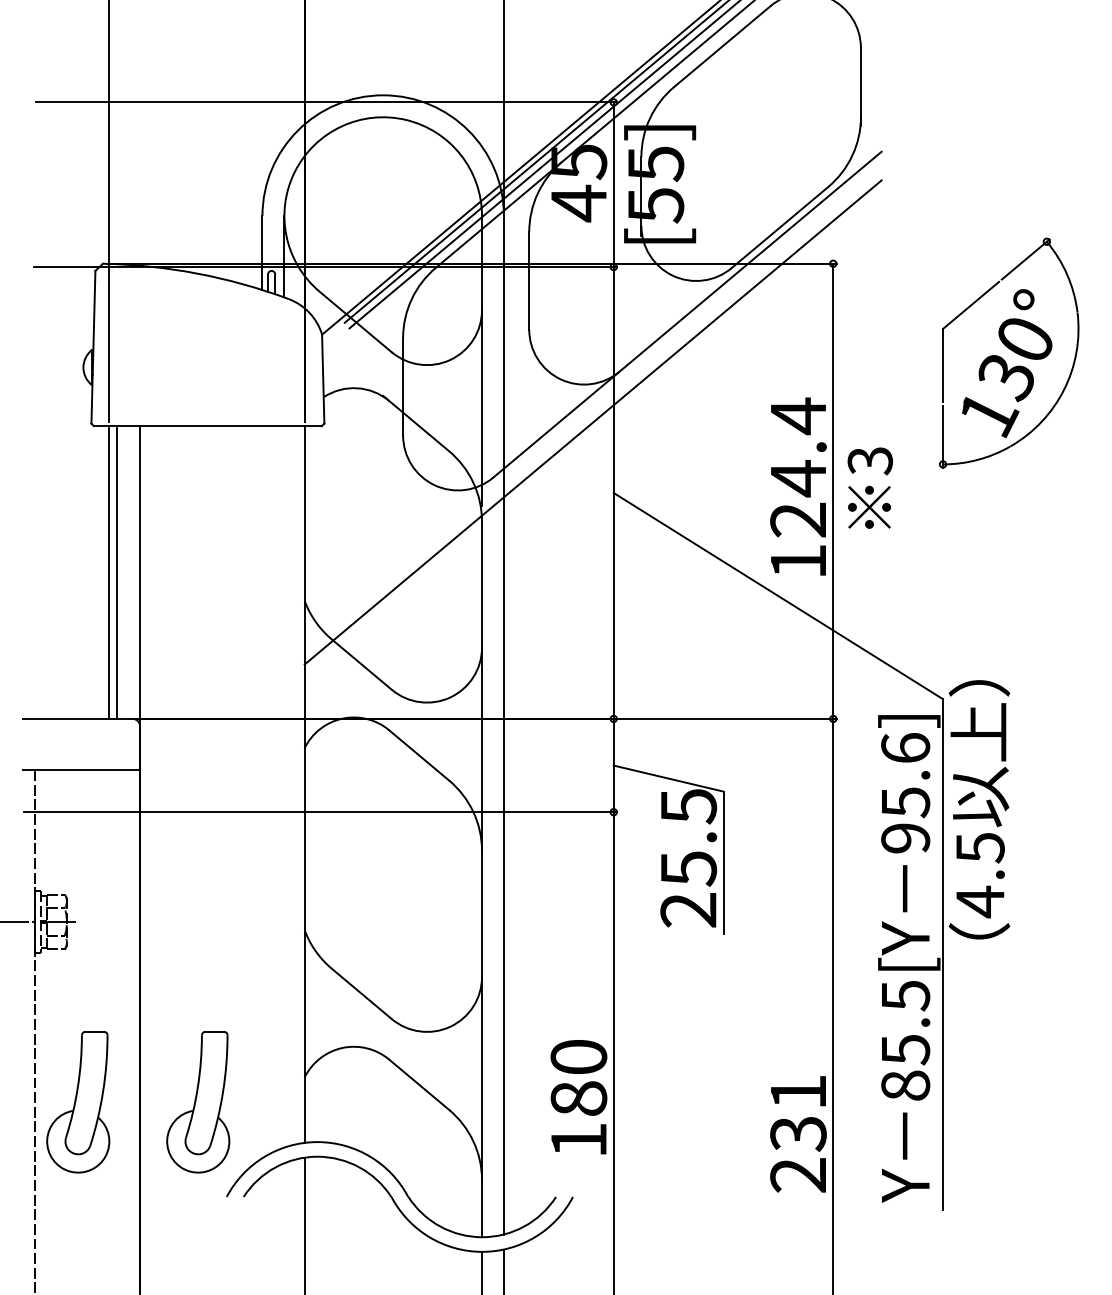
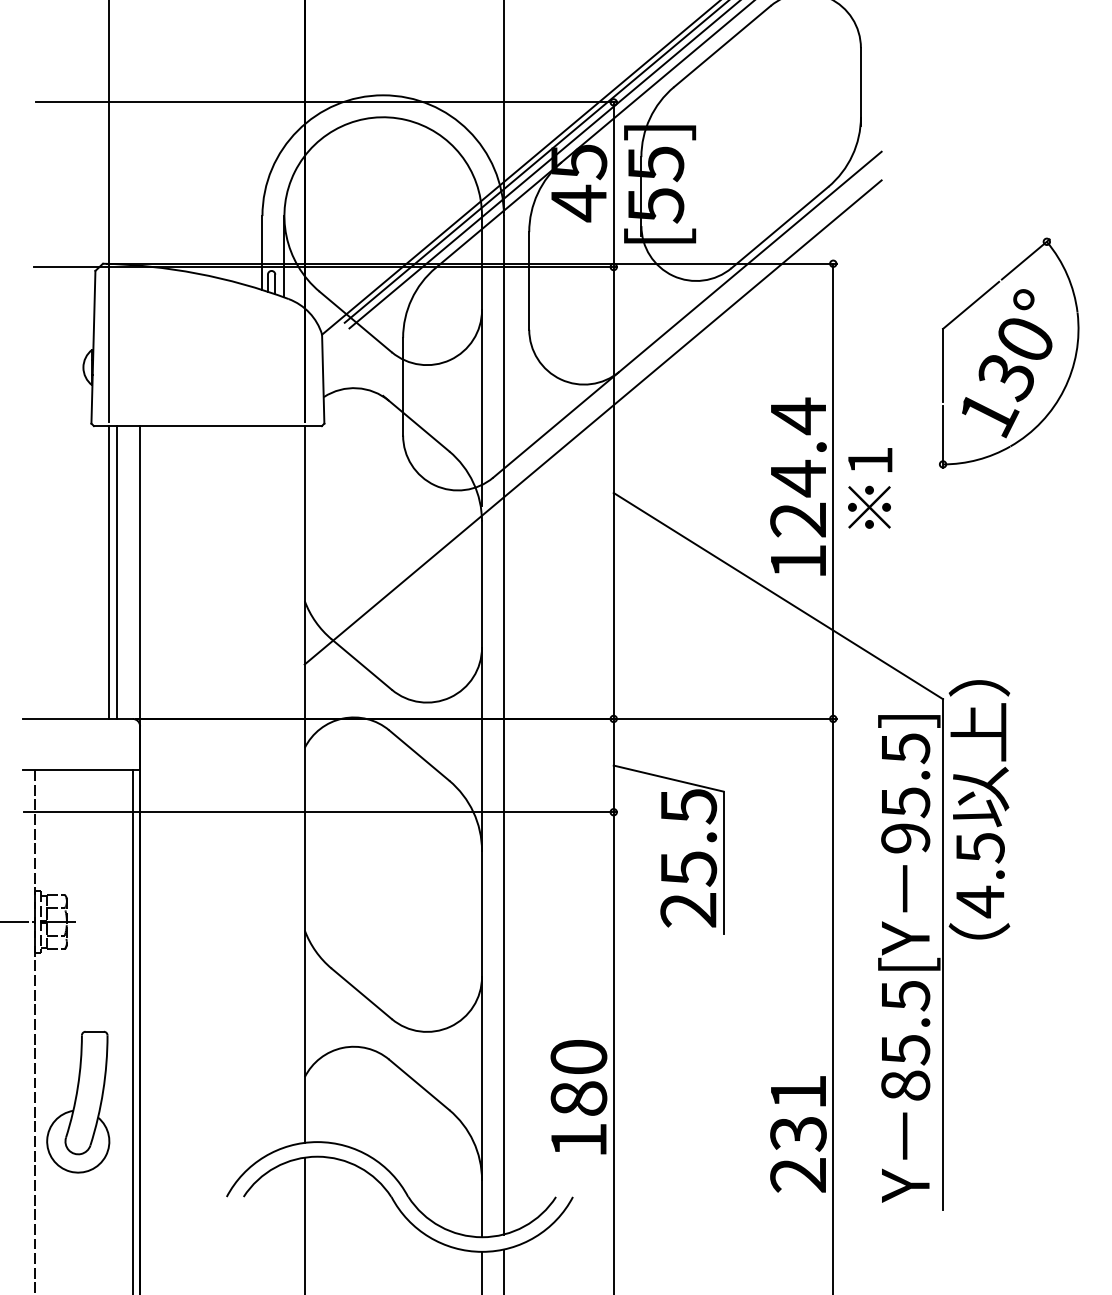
text at (869, 461): 3 -> 1
text at (905, 748): 95.6] -> 95.5]
line at (133, 1030): none -> present
part at (198, 1101): present -> none
